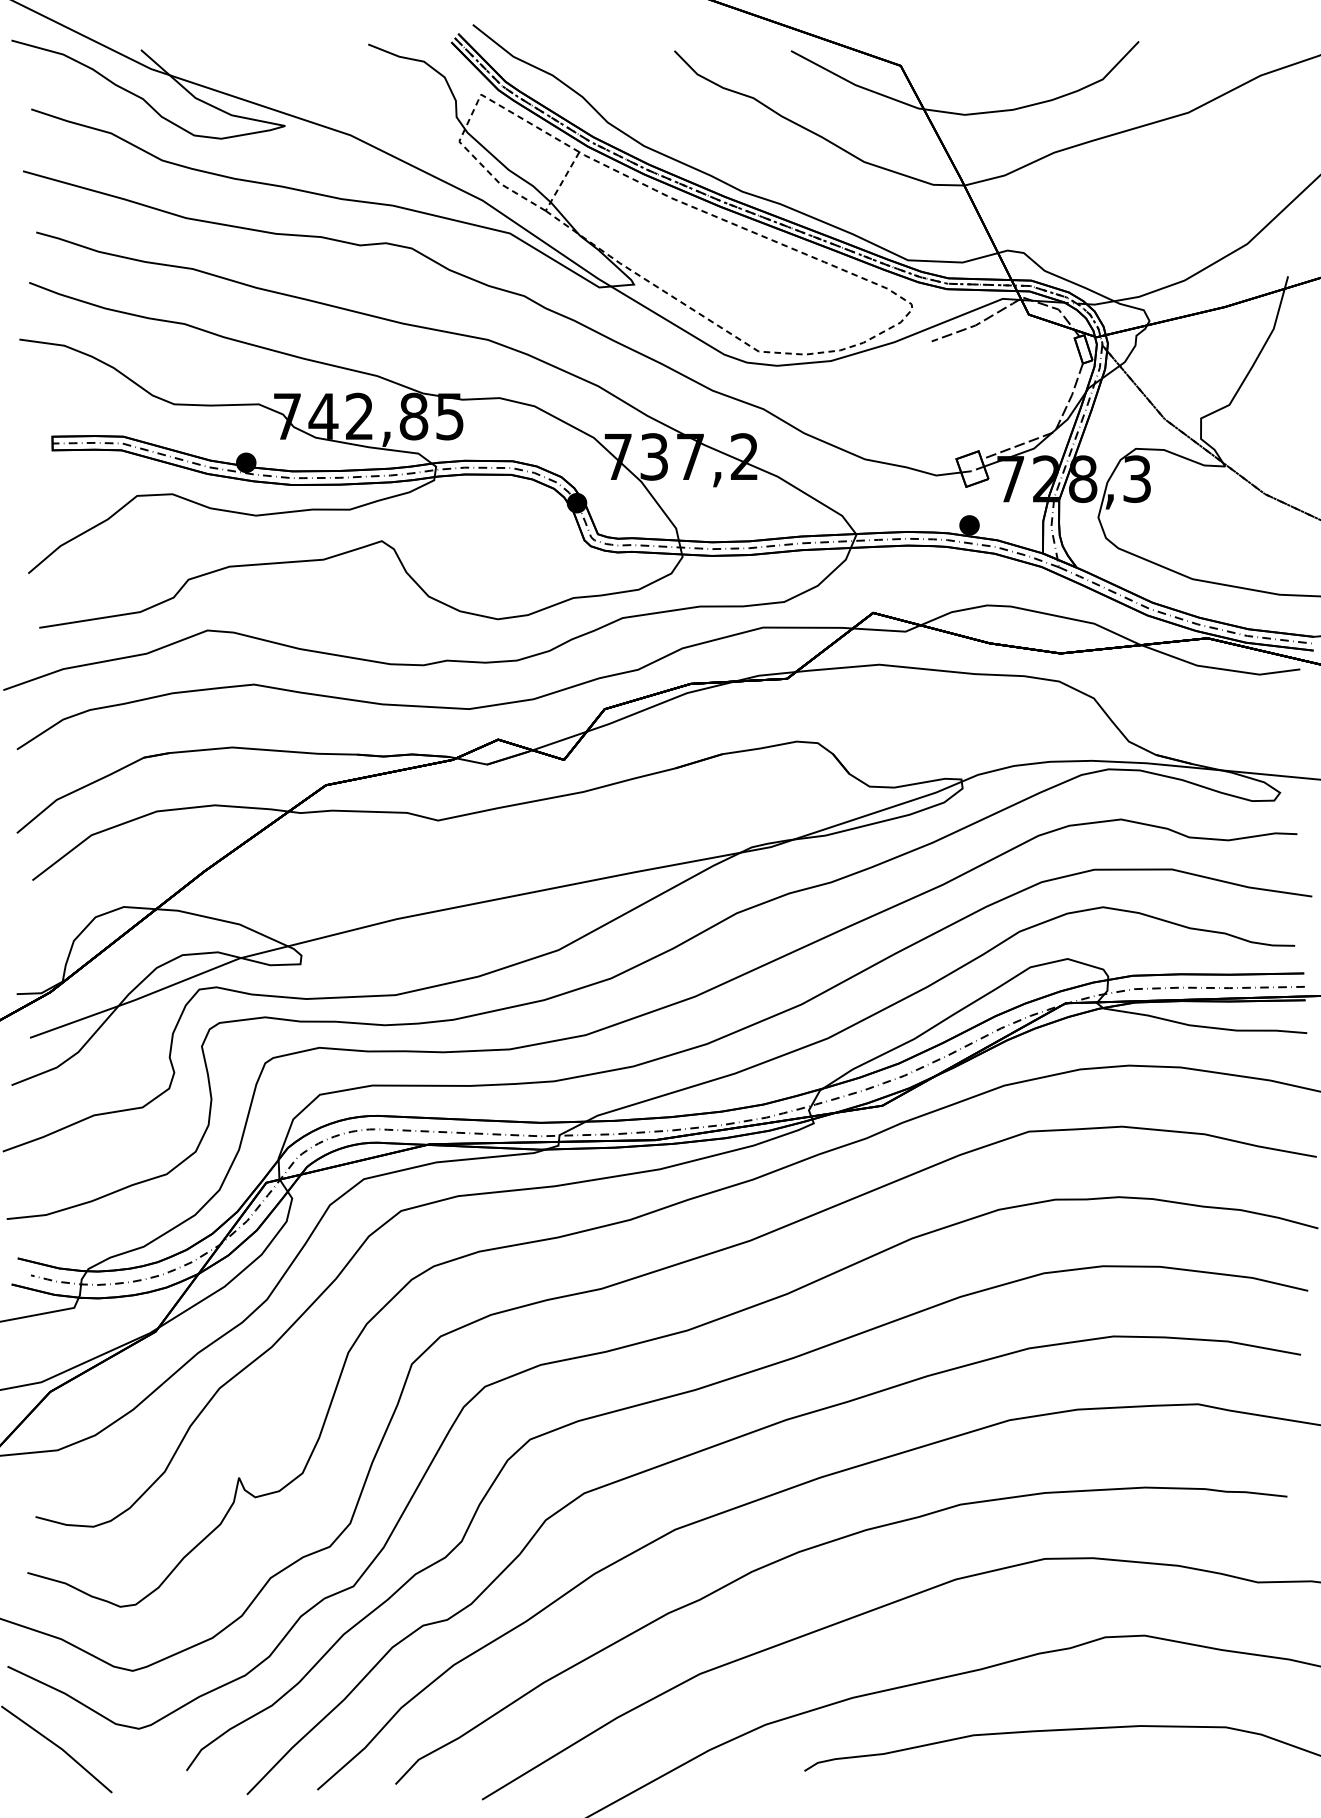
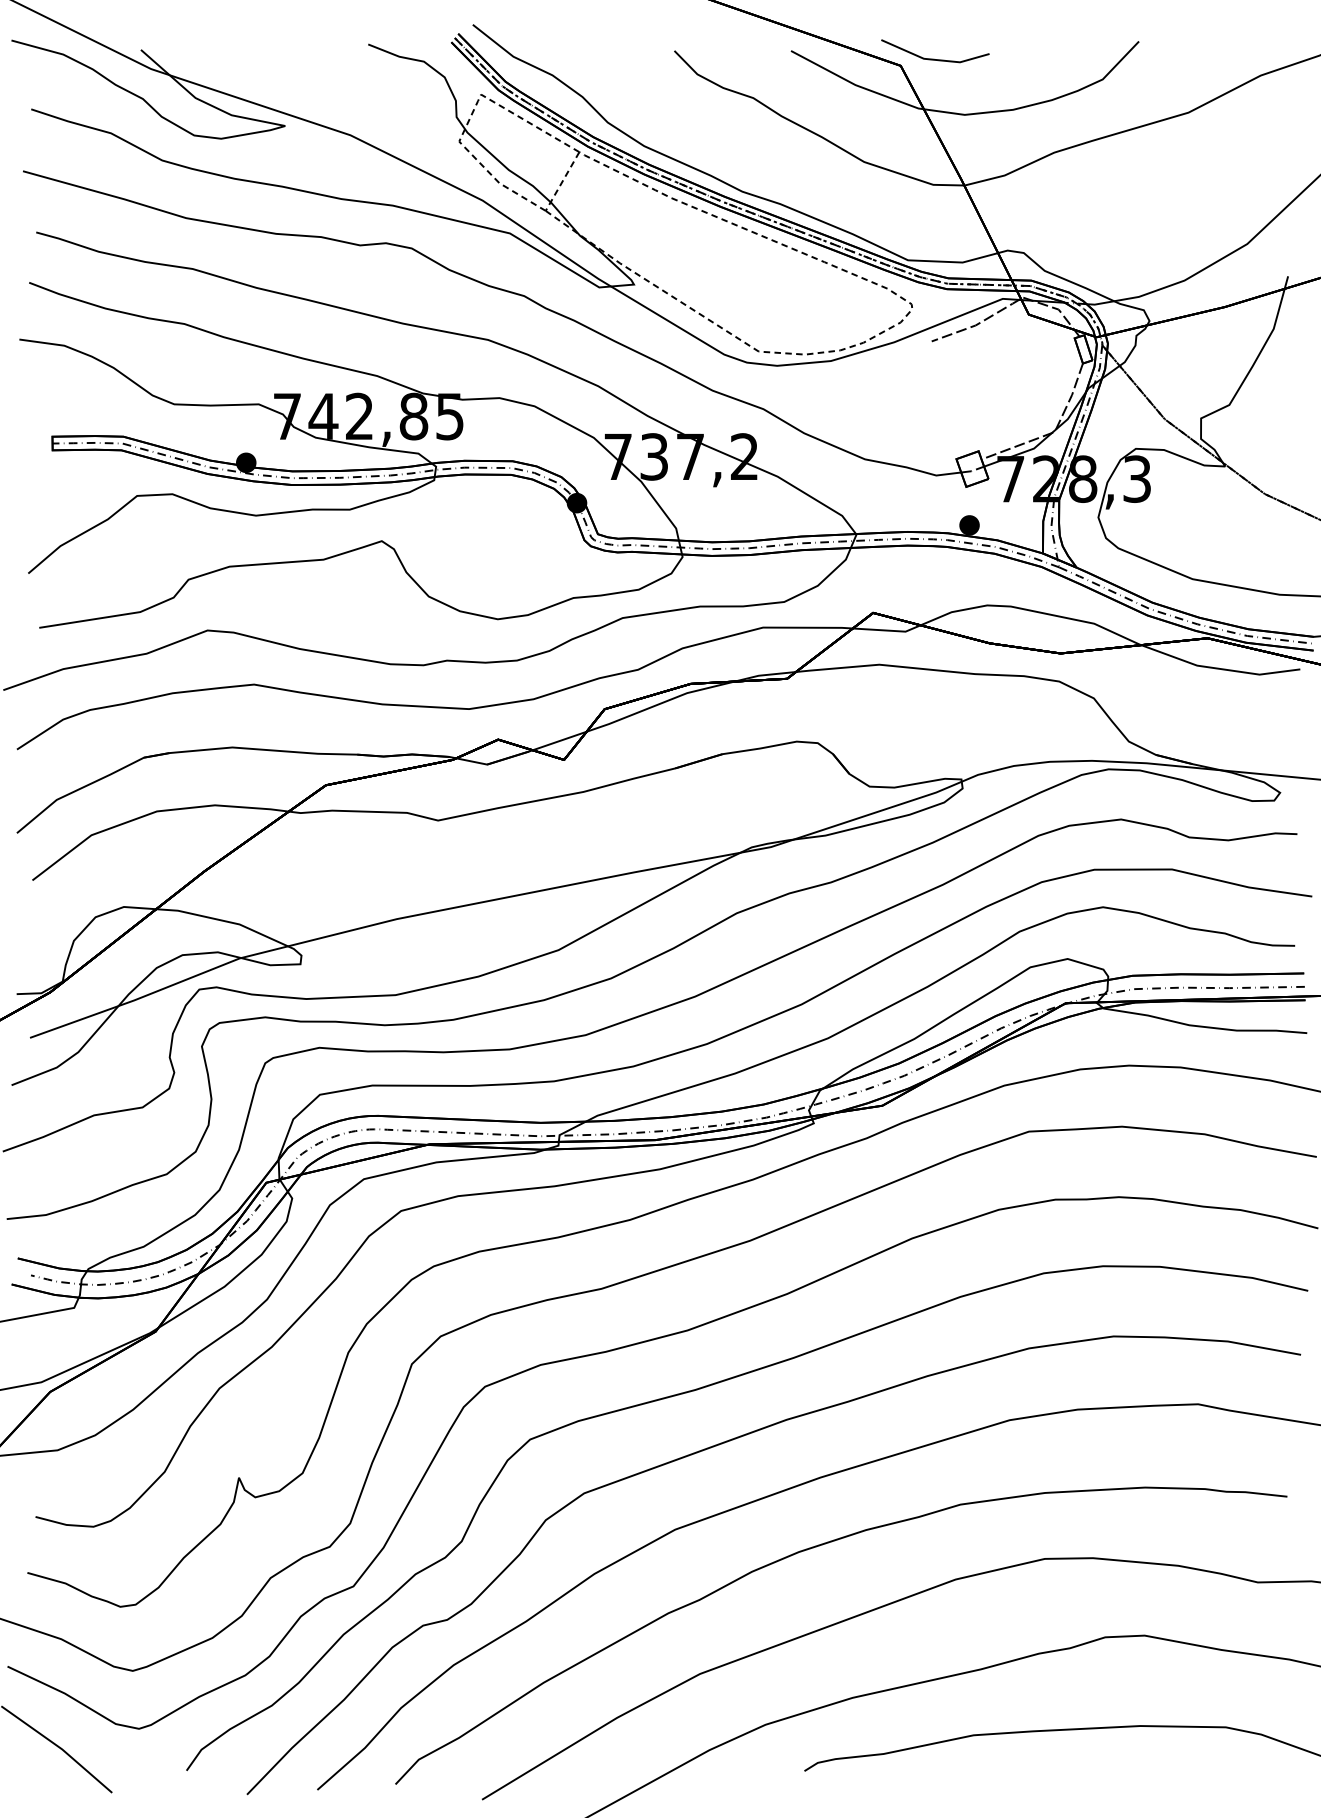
line at (934, 58): none -> present
